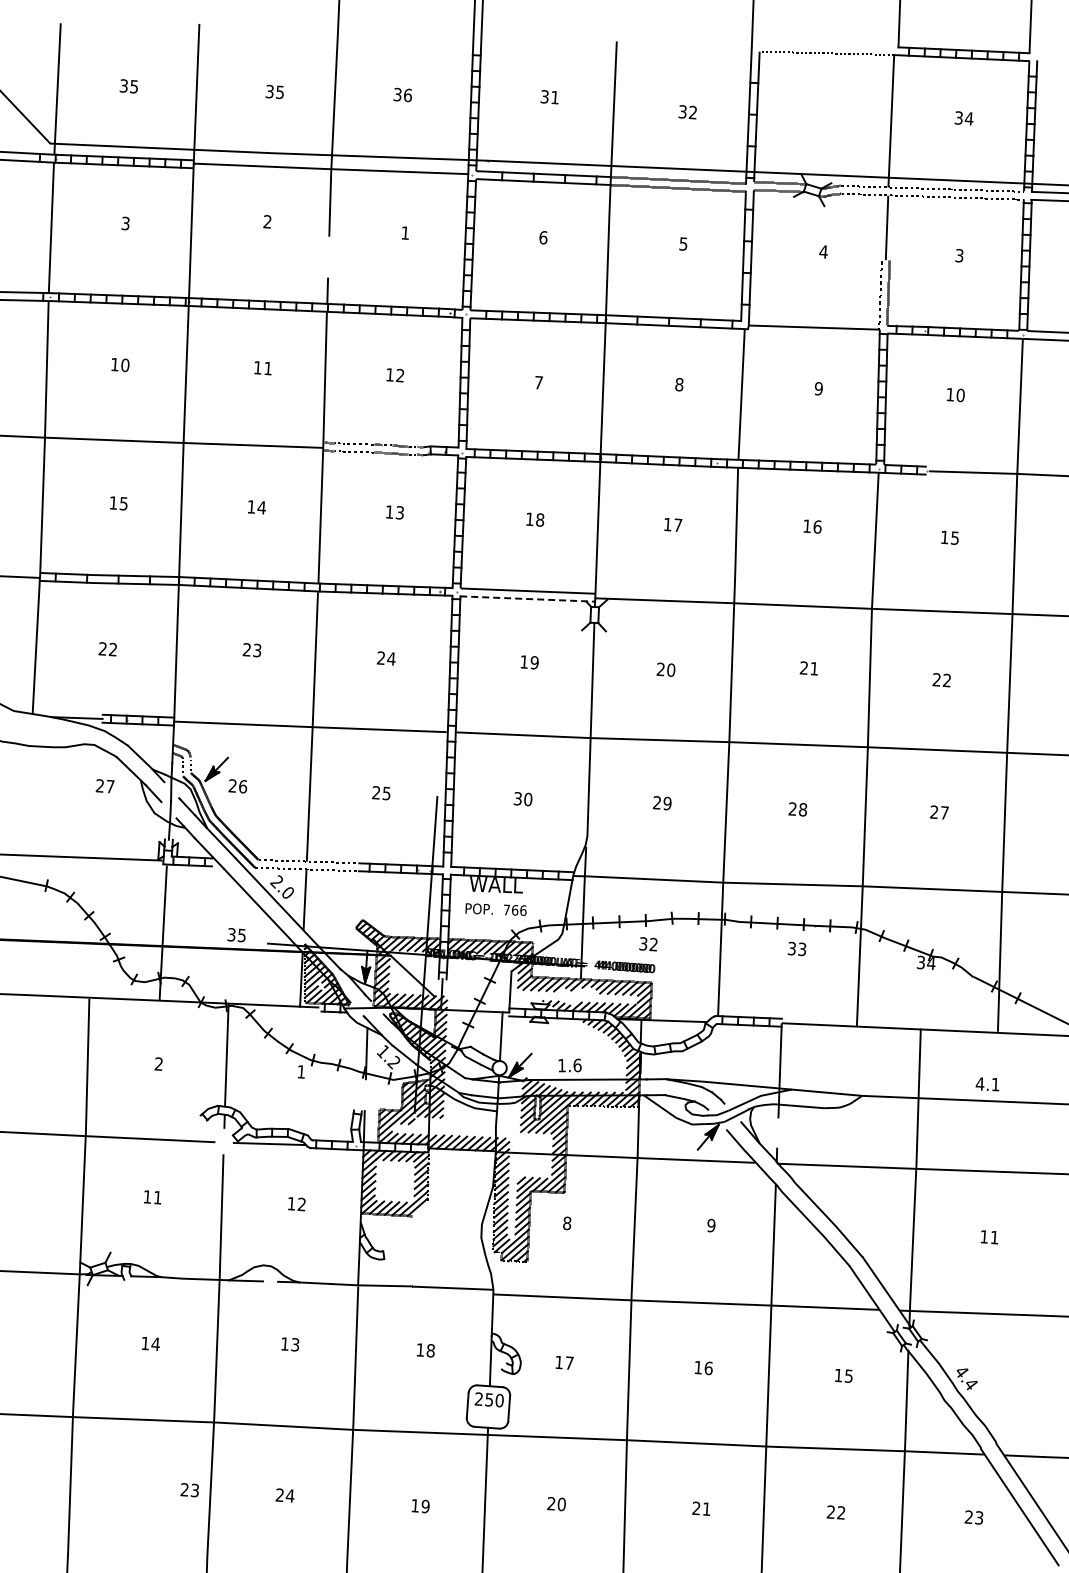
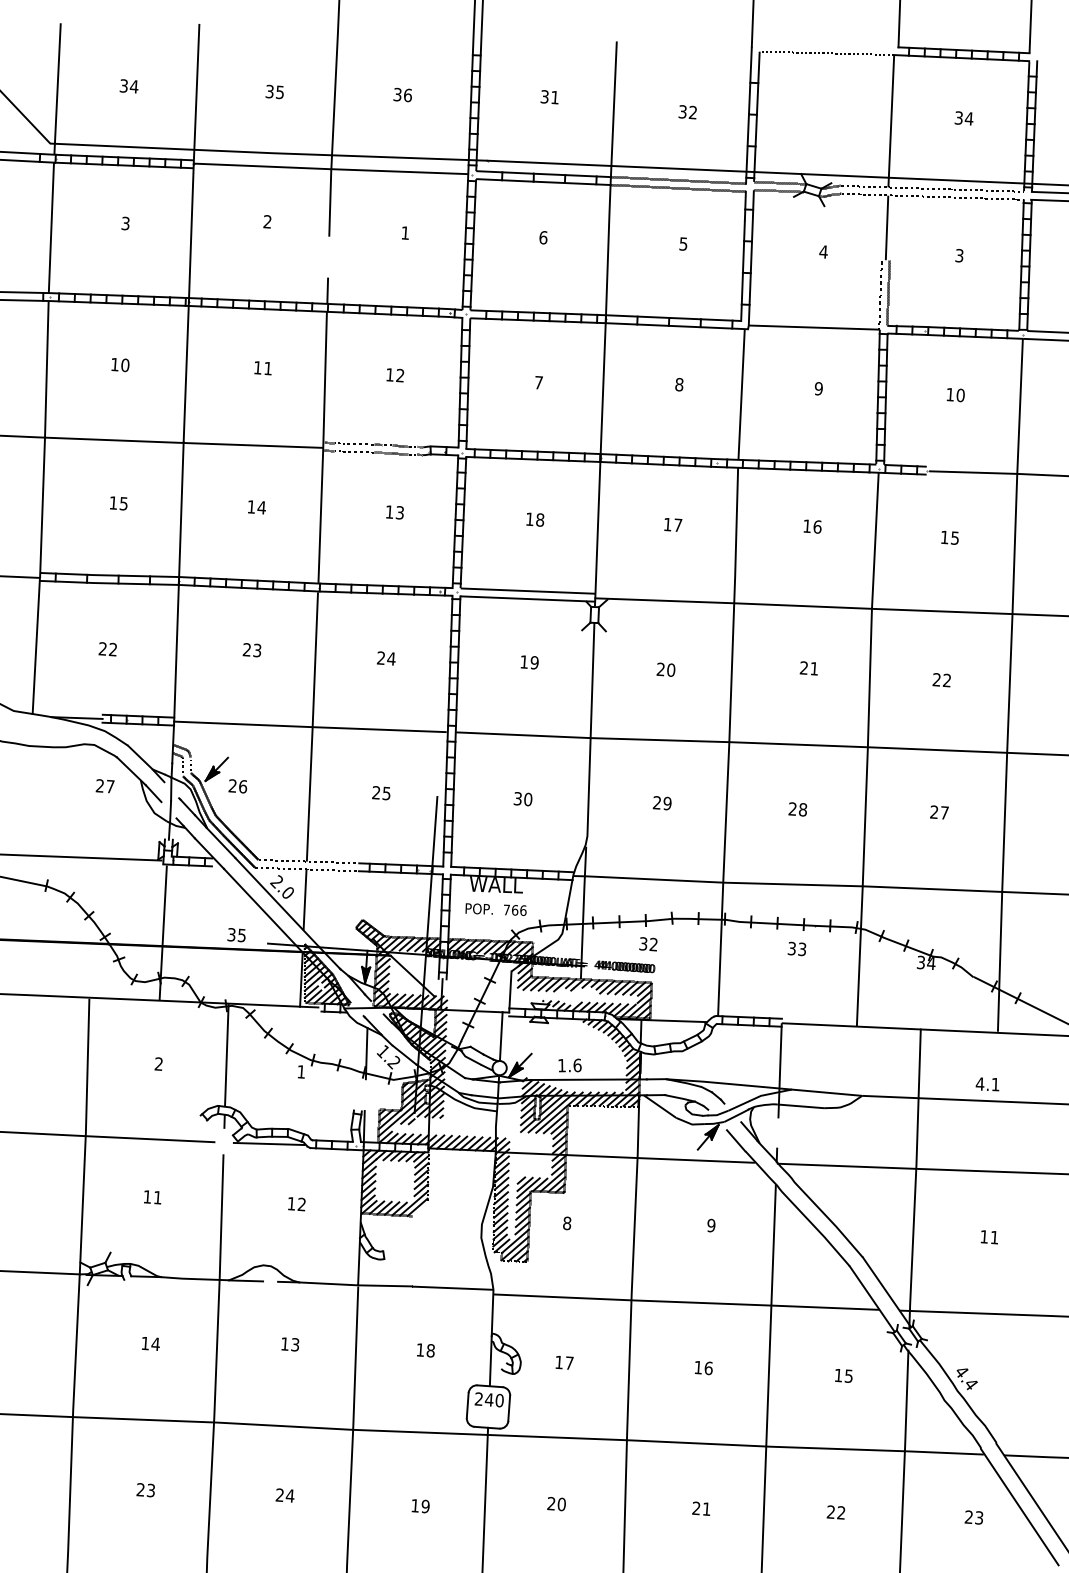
text at (133, 86): 35 -> 34
line at (527, 599): dashed -> solid
text at (488, 1399): 250 -> 240
text at (189, 1490) position: (189, 1490) -> (145, 1490)
